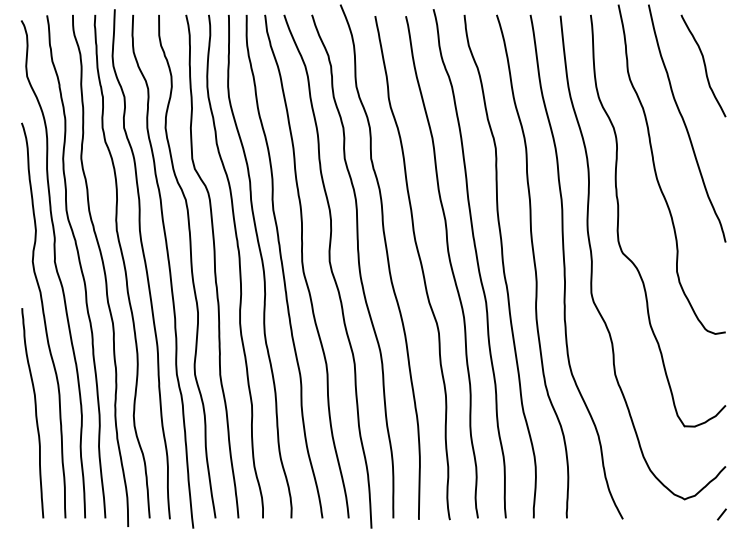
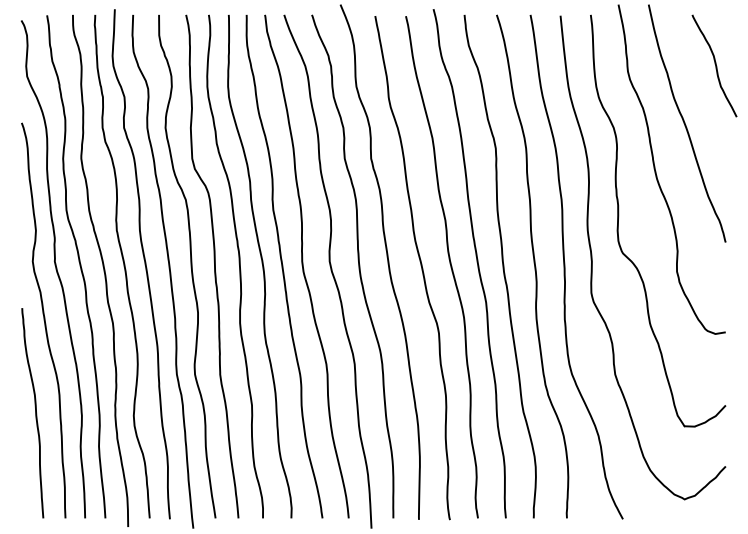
curve at (703, 64) position: (703, 64) -> (714, 64)
line at (721, 514): present -> none
